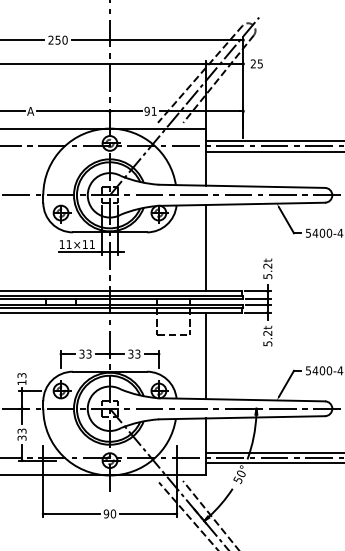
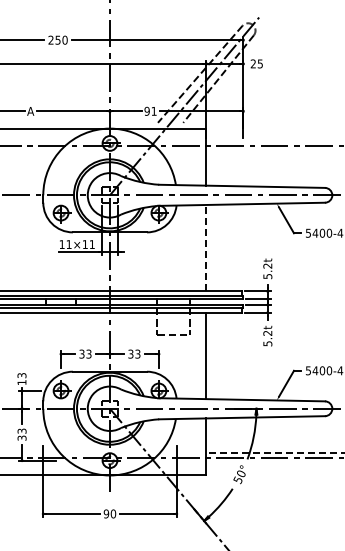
line at (273, 141): present -> none
line at (273, 151): present -> none
line at (206, 247): solid -> dashed
line at (275, 452): solid -> dashed
line at (273, 462): present -> none
line at (209, 513): present -> none
line at (187, 514): present -> none
